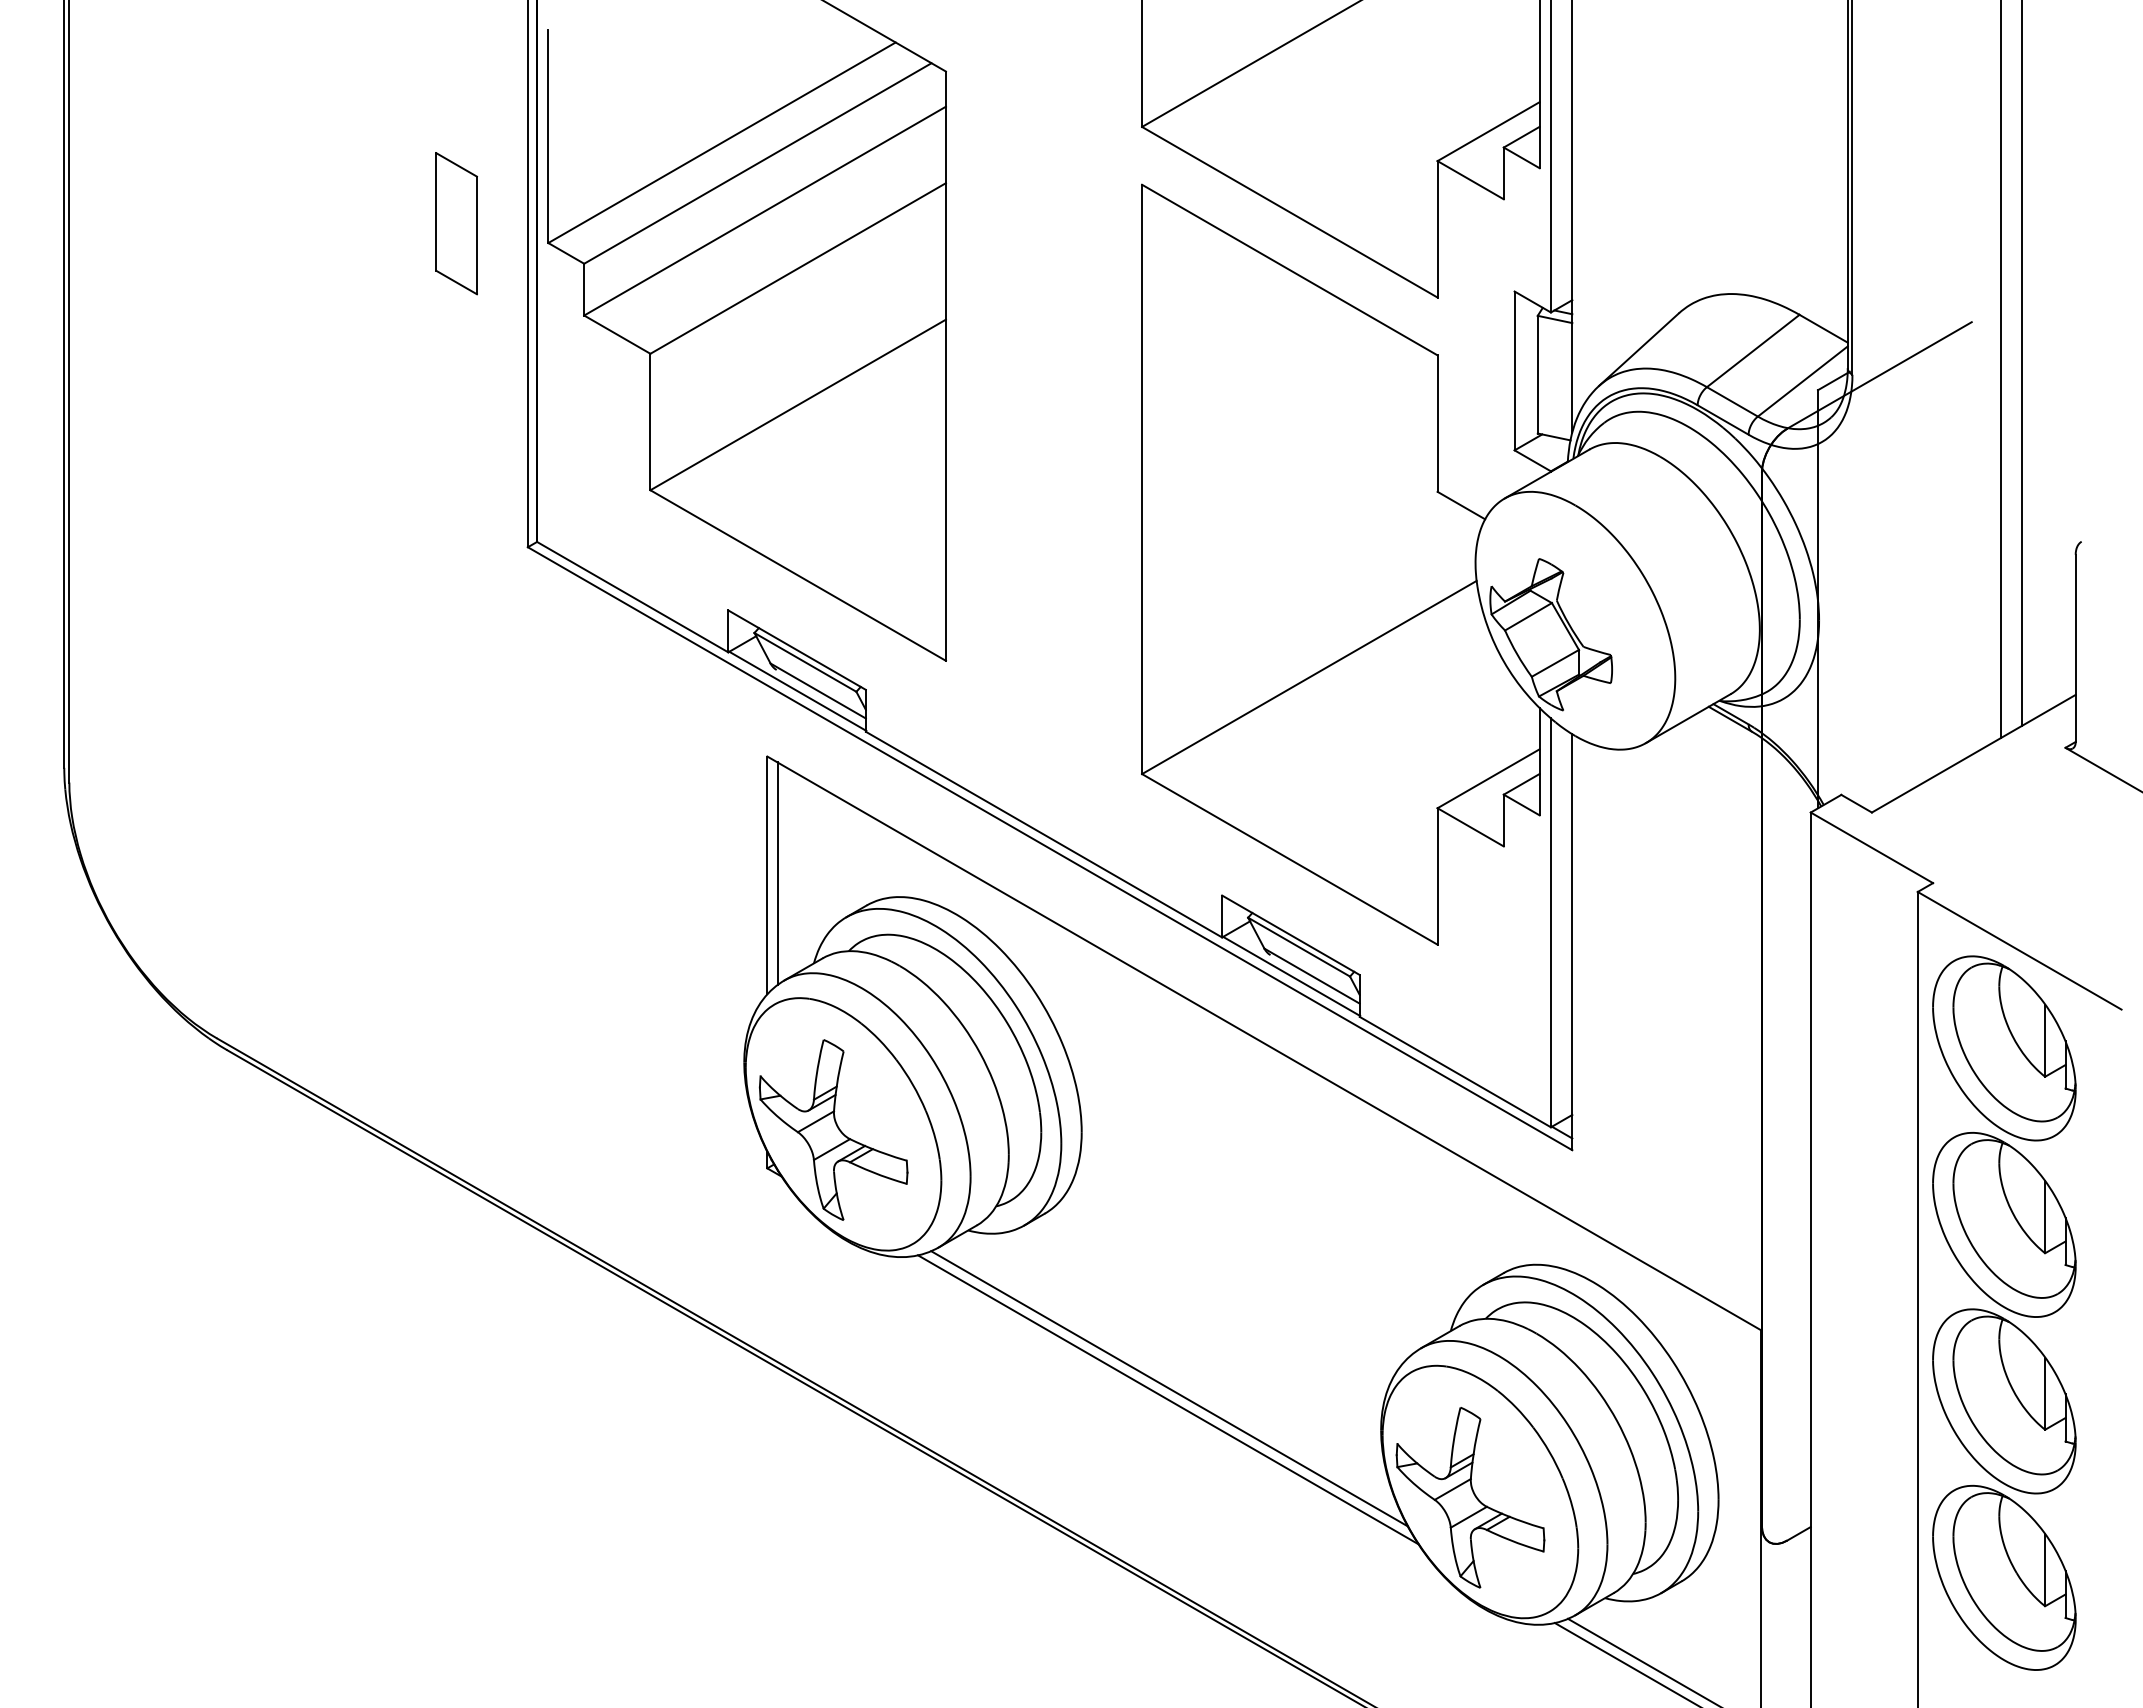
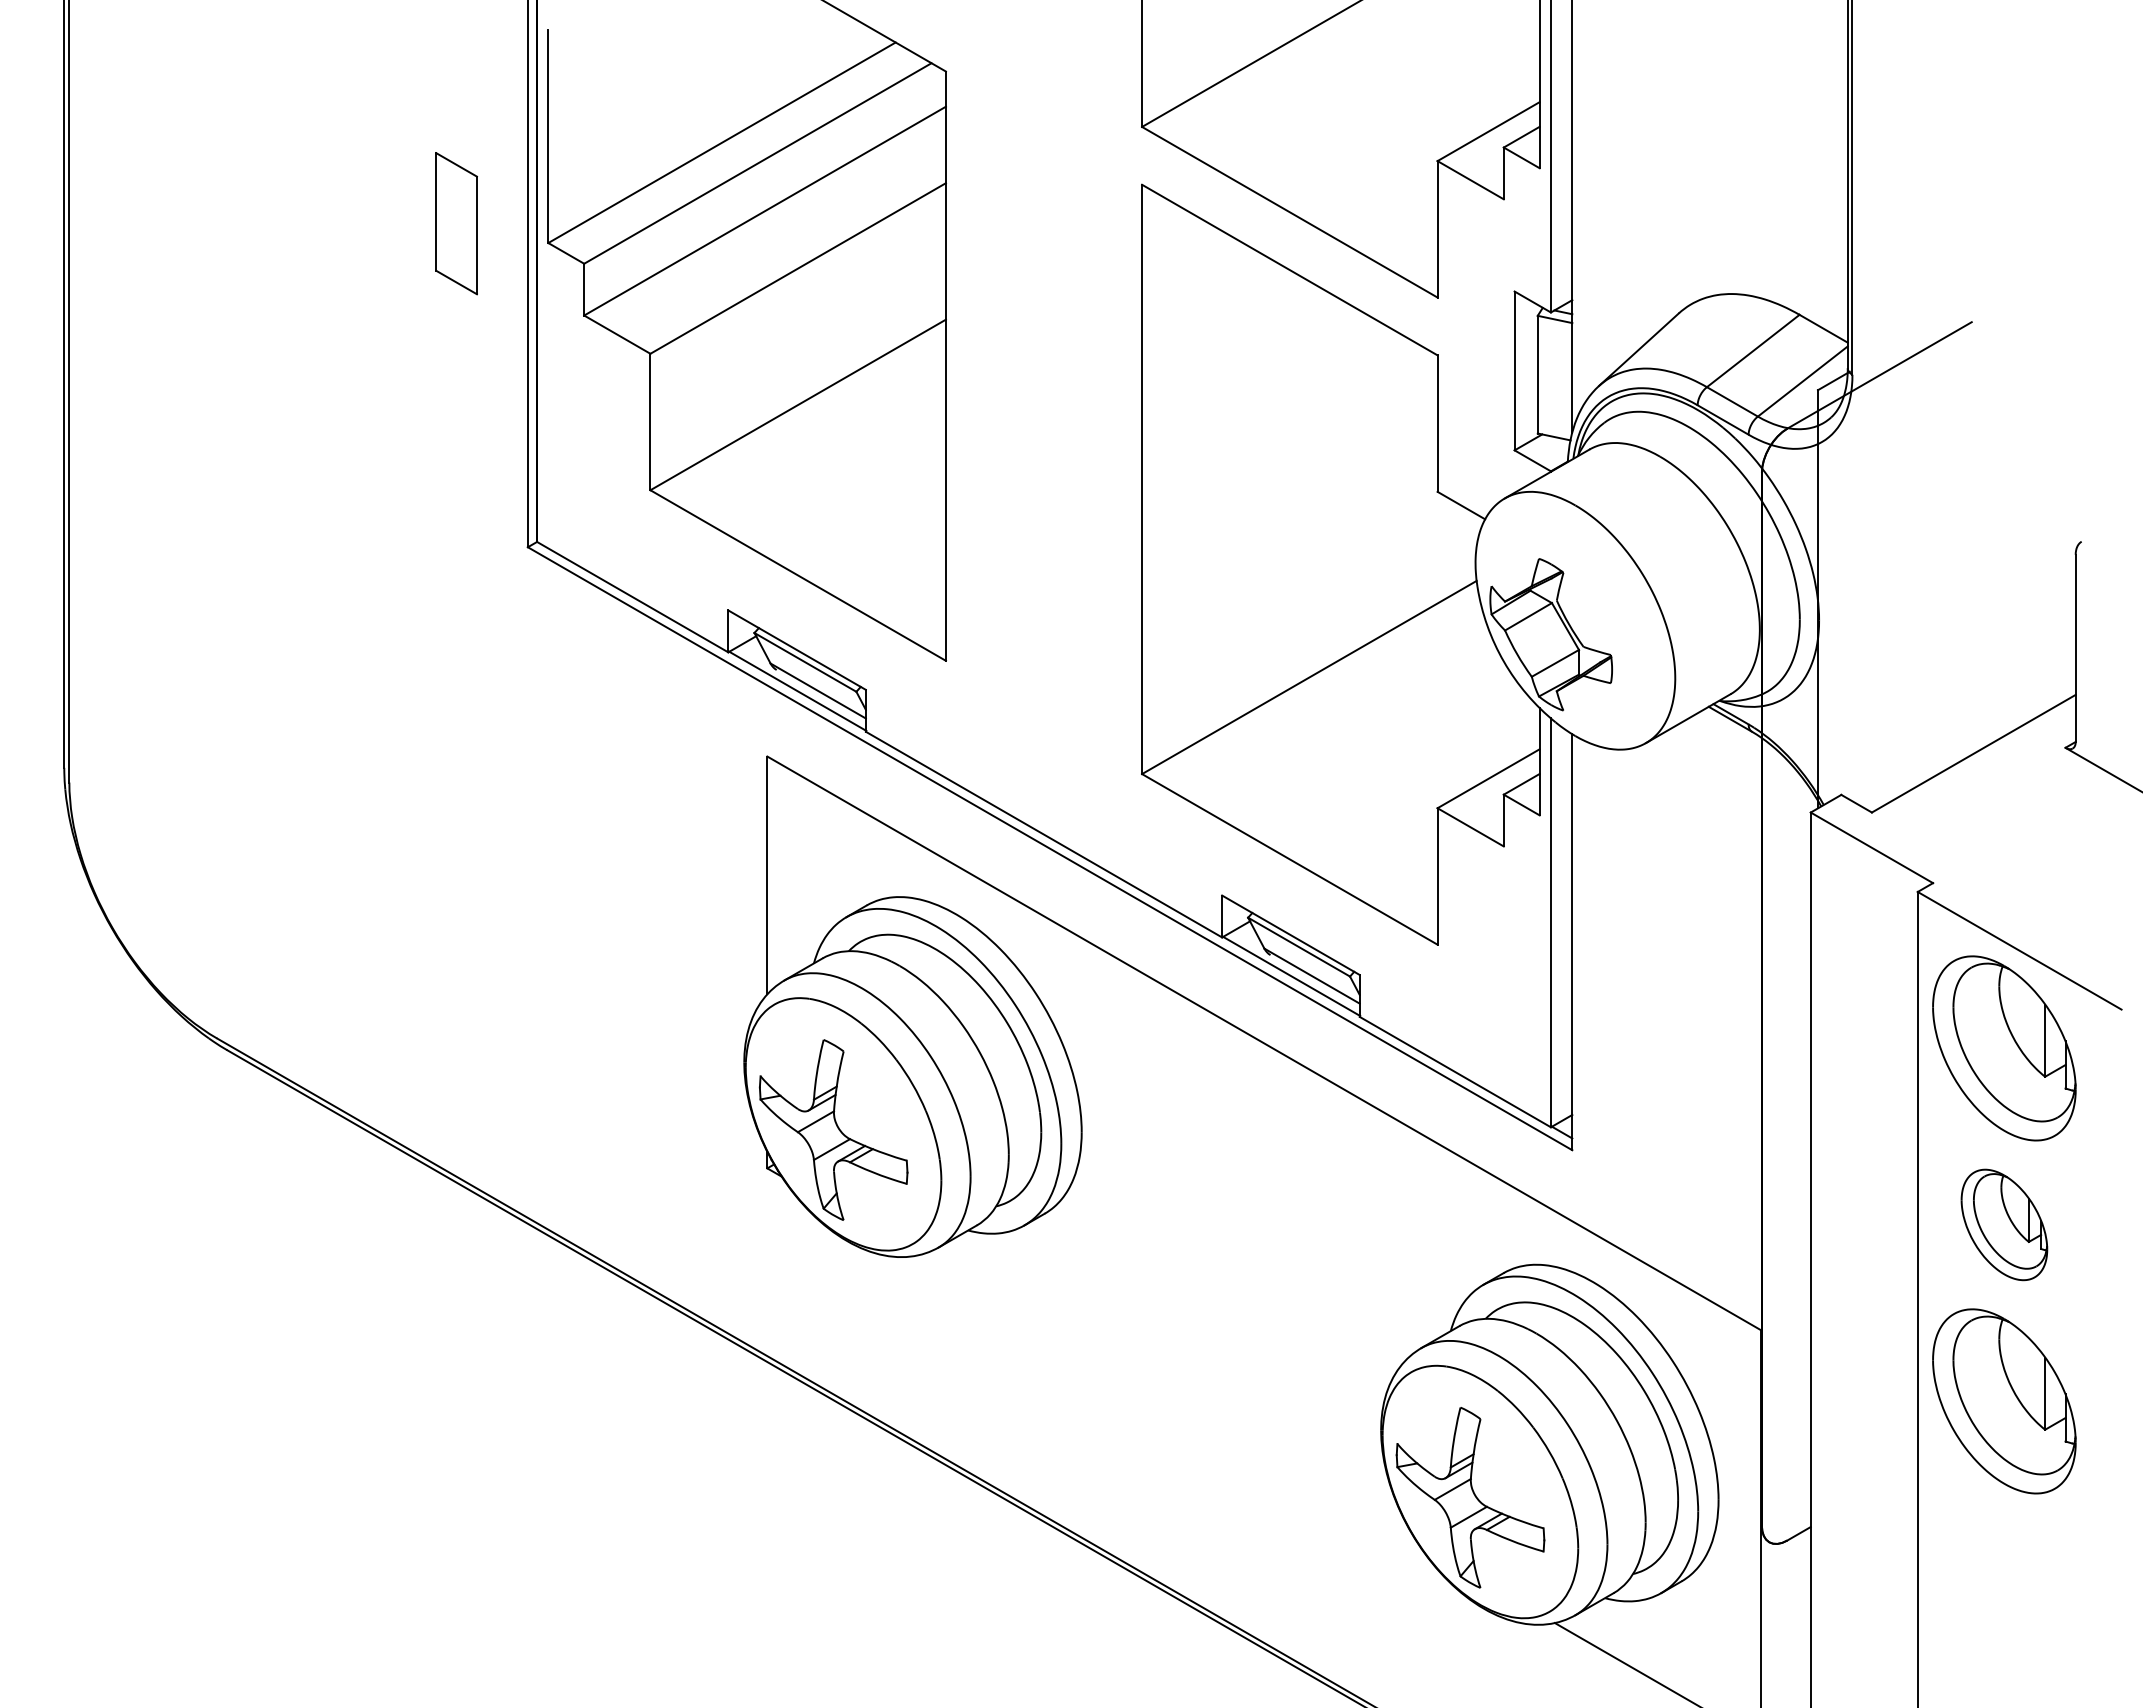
line at (2021, 364): present -> none
line at (2001, 369): present -> none
line at (777, 873): present -> none
part at (2004, 1224) size: 145x186 px -> 89x114 px
line at (1169, 1388): present -> none
line at (1168, 1399): present -> none
part at (2004, 1577): present -> none
line at (1642, 1661): present -> none
